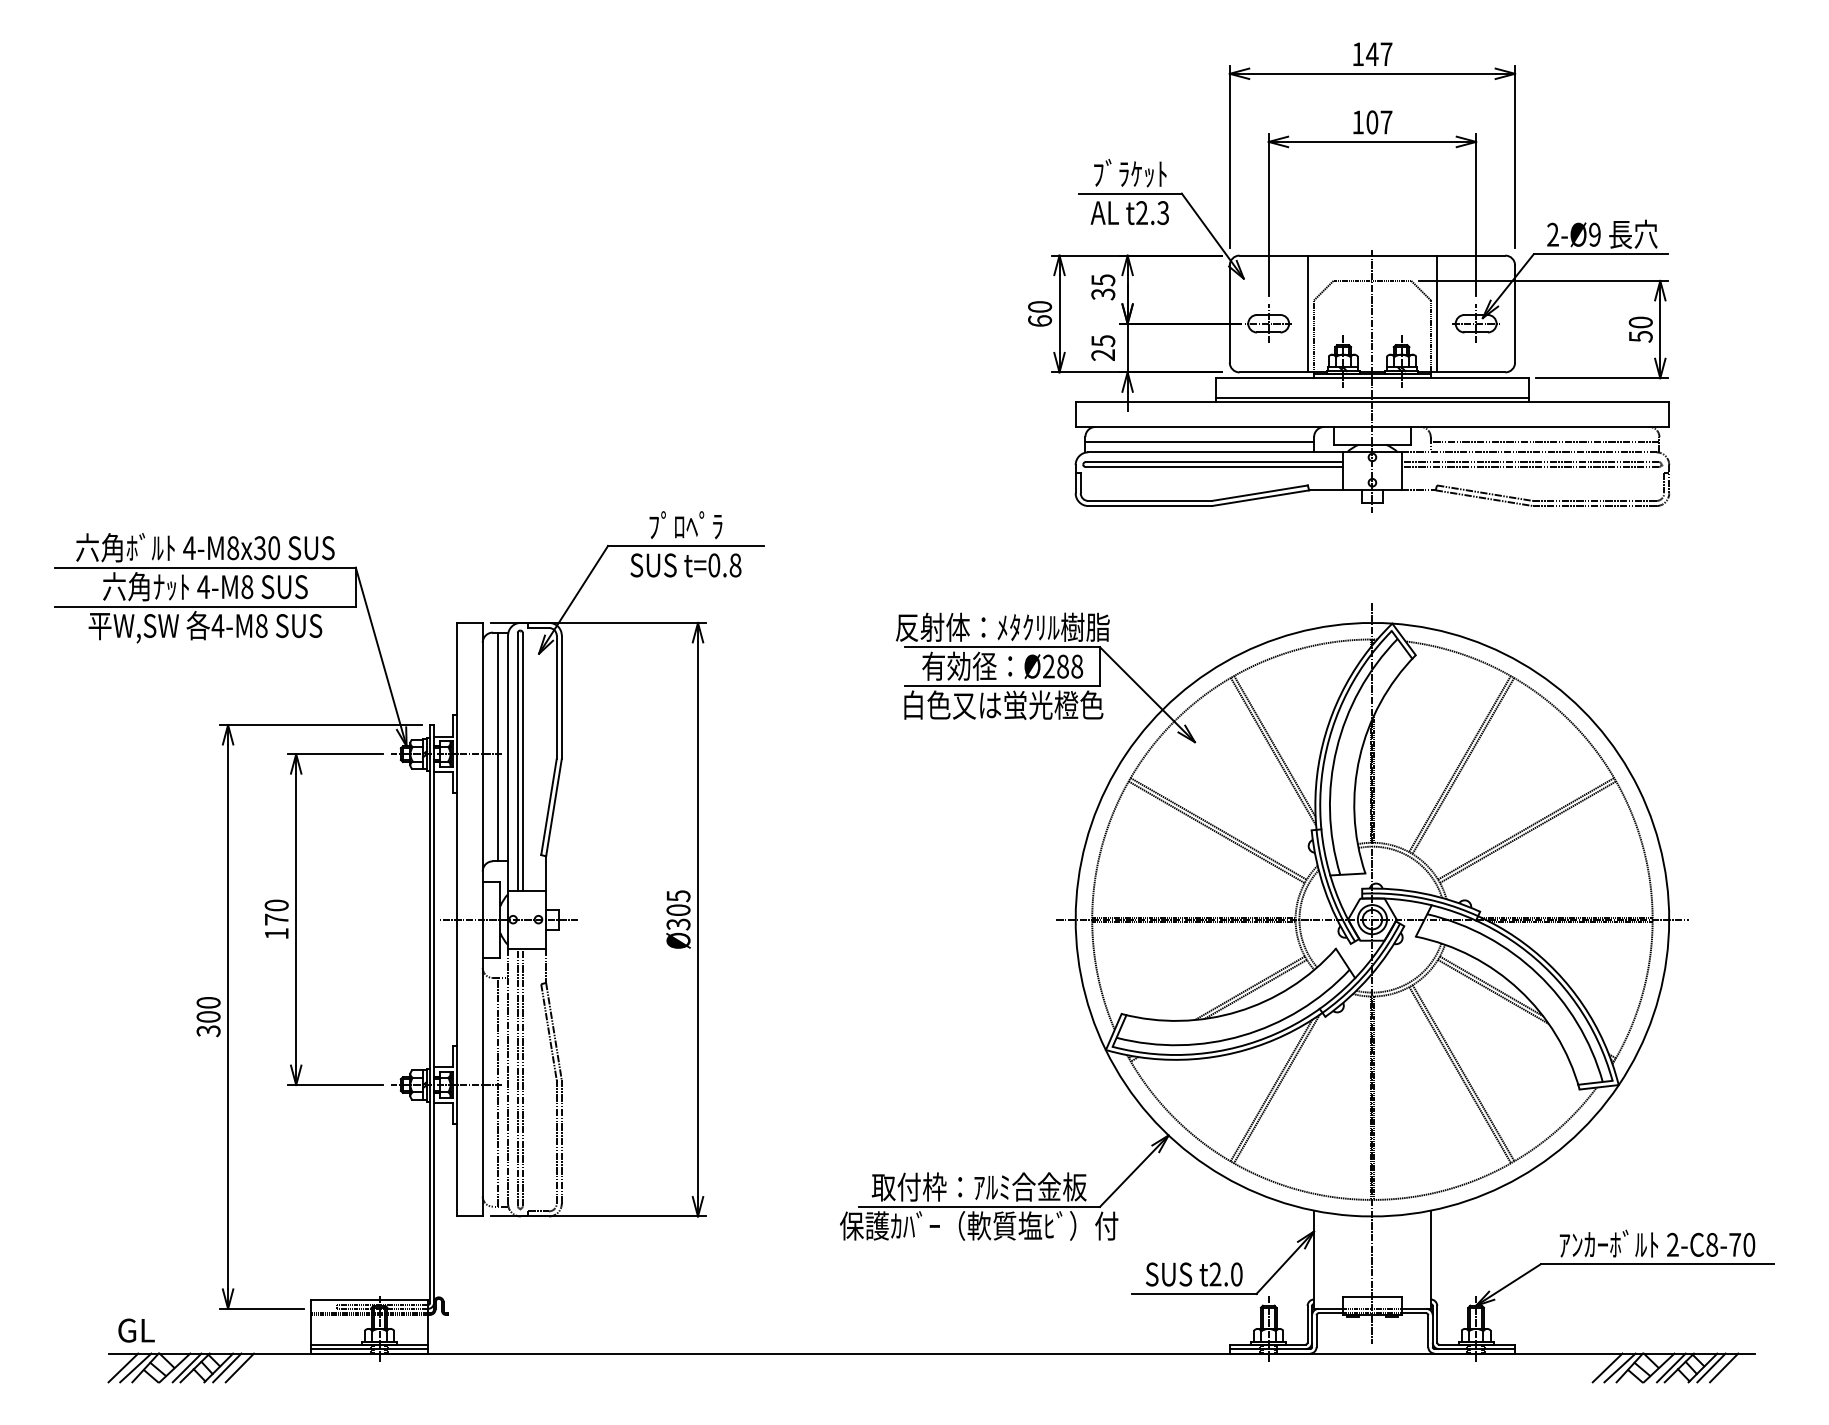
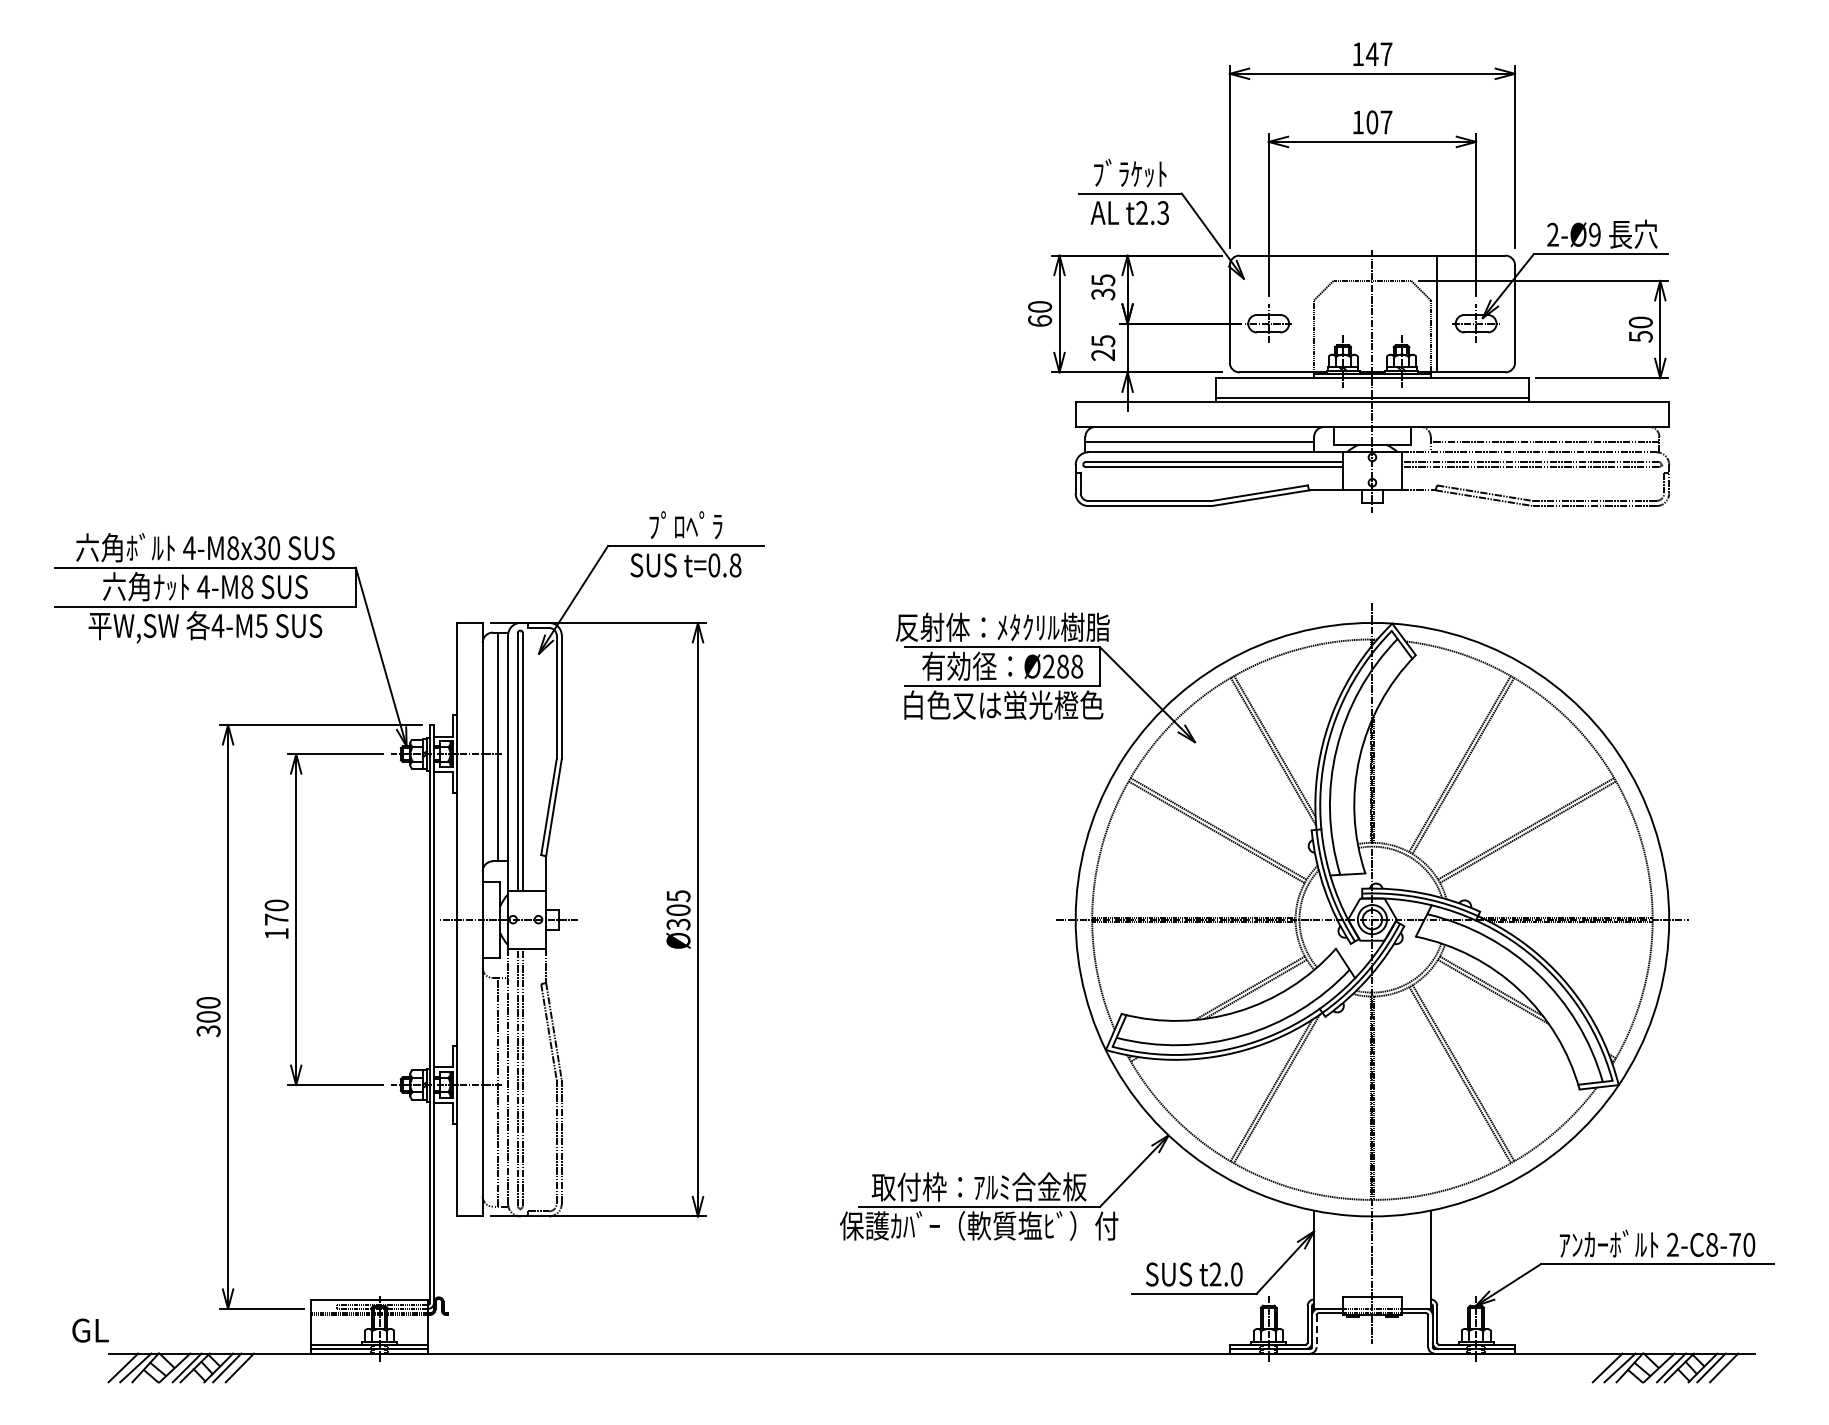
line at (1307, 313): present -> none
text at (261, 625): 4-M8 -> 4-M5
text at (136, 1330) position: (136, 1330) -> (90, 1330)
line at (1316, 1331): solid -> dashed
